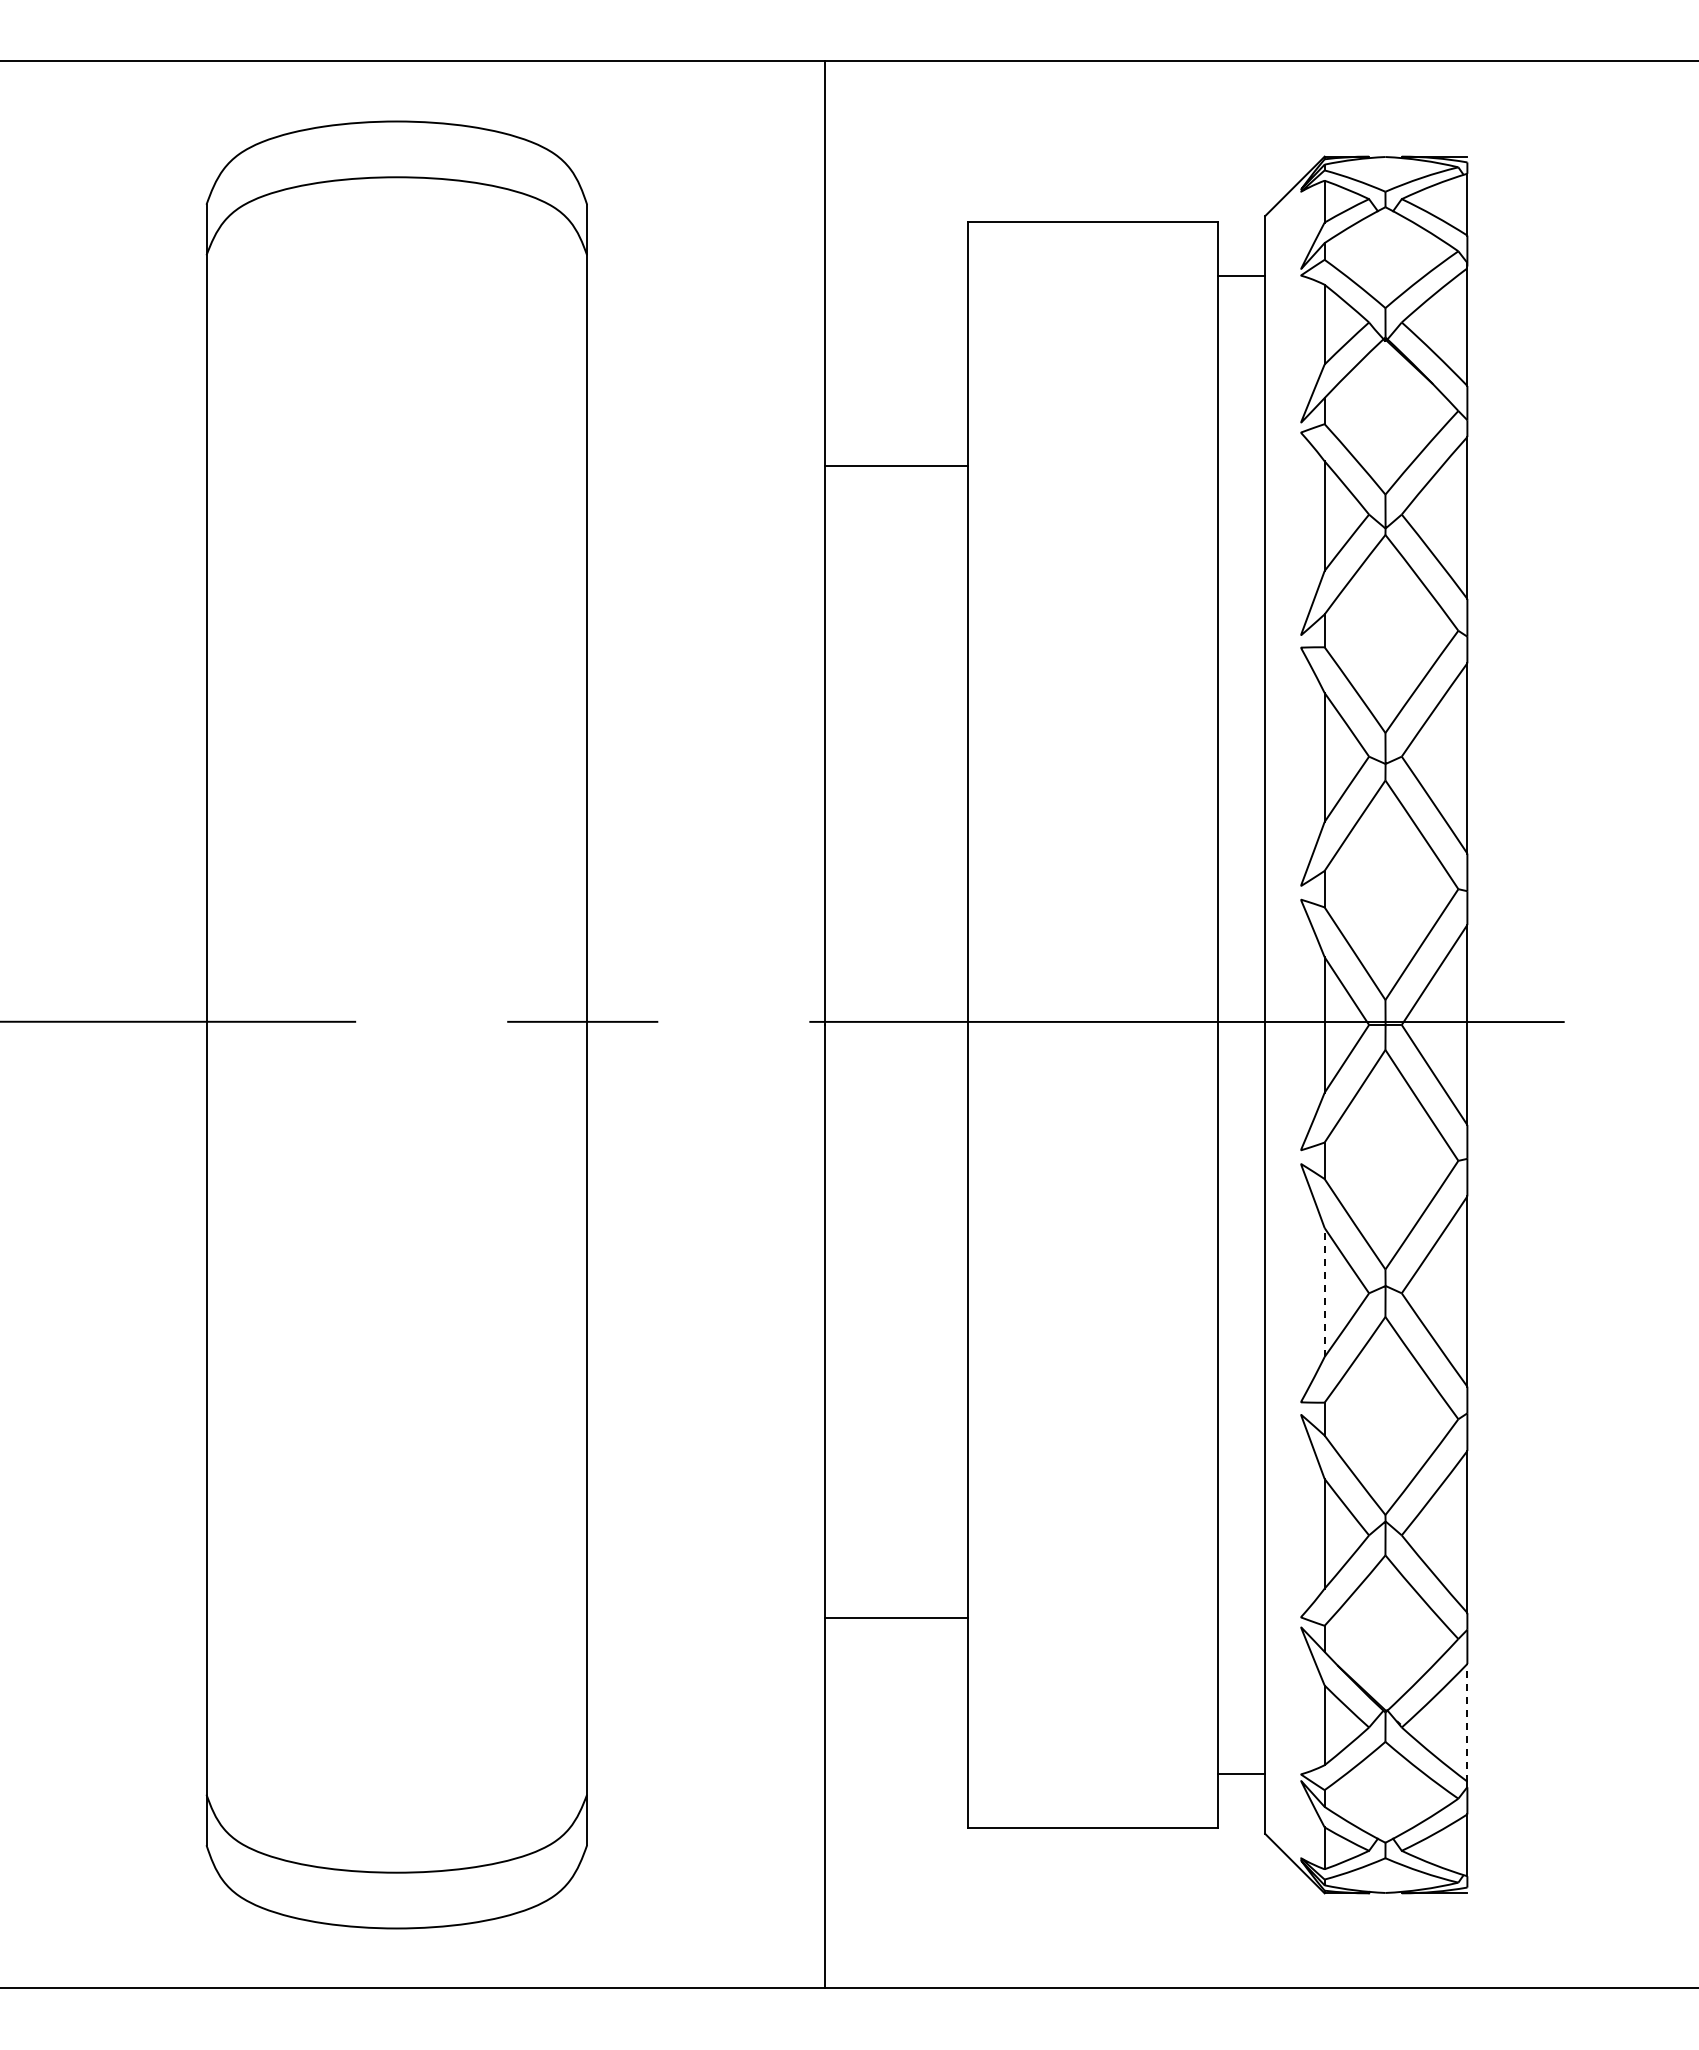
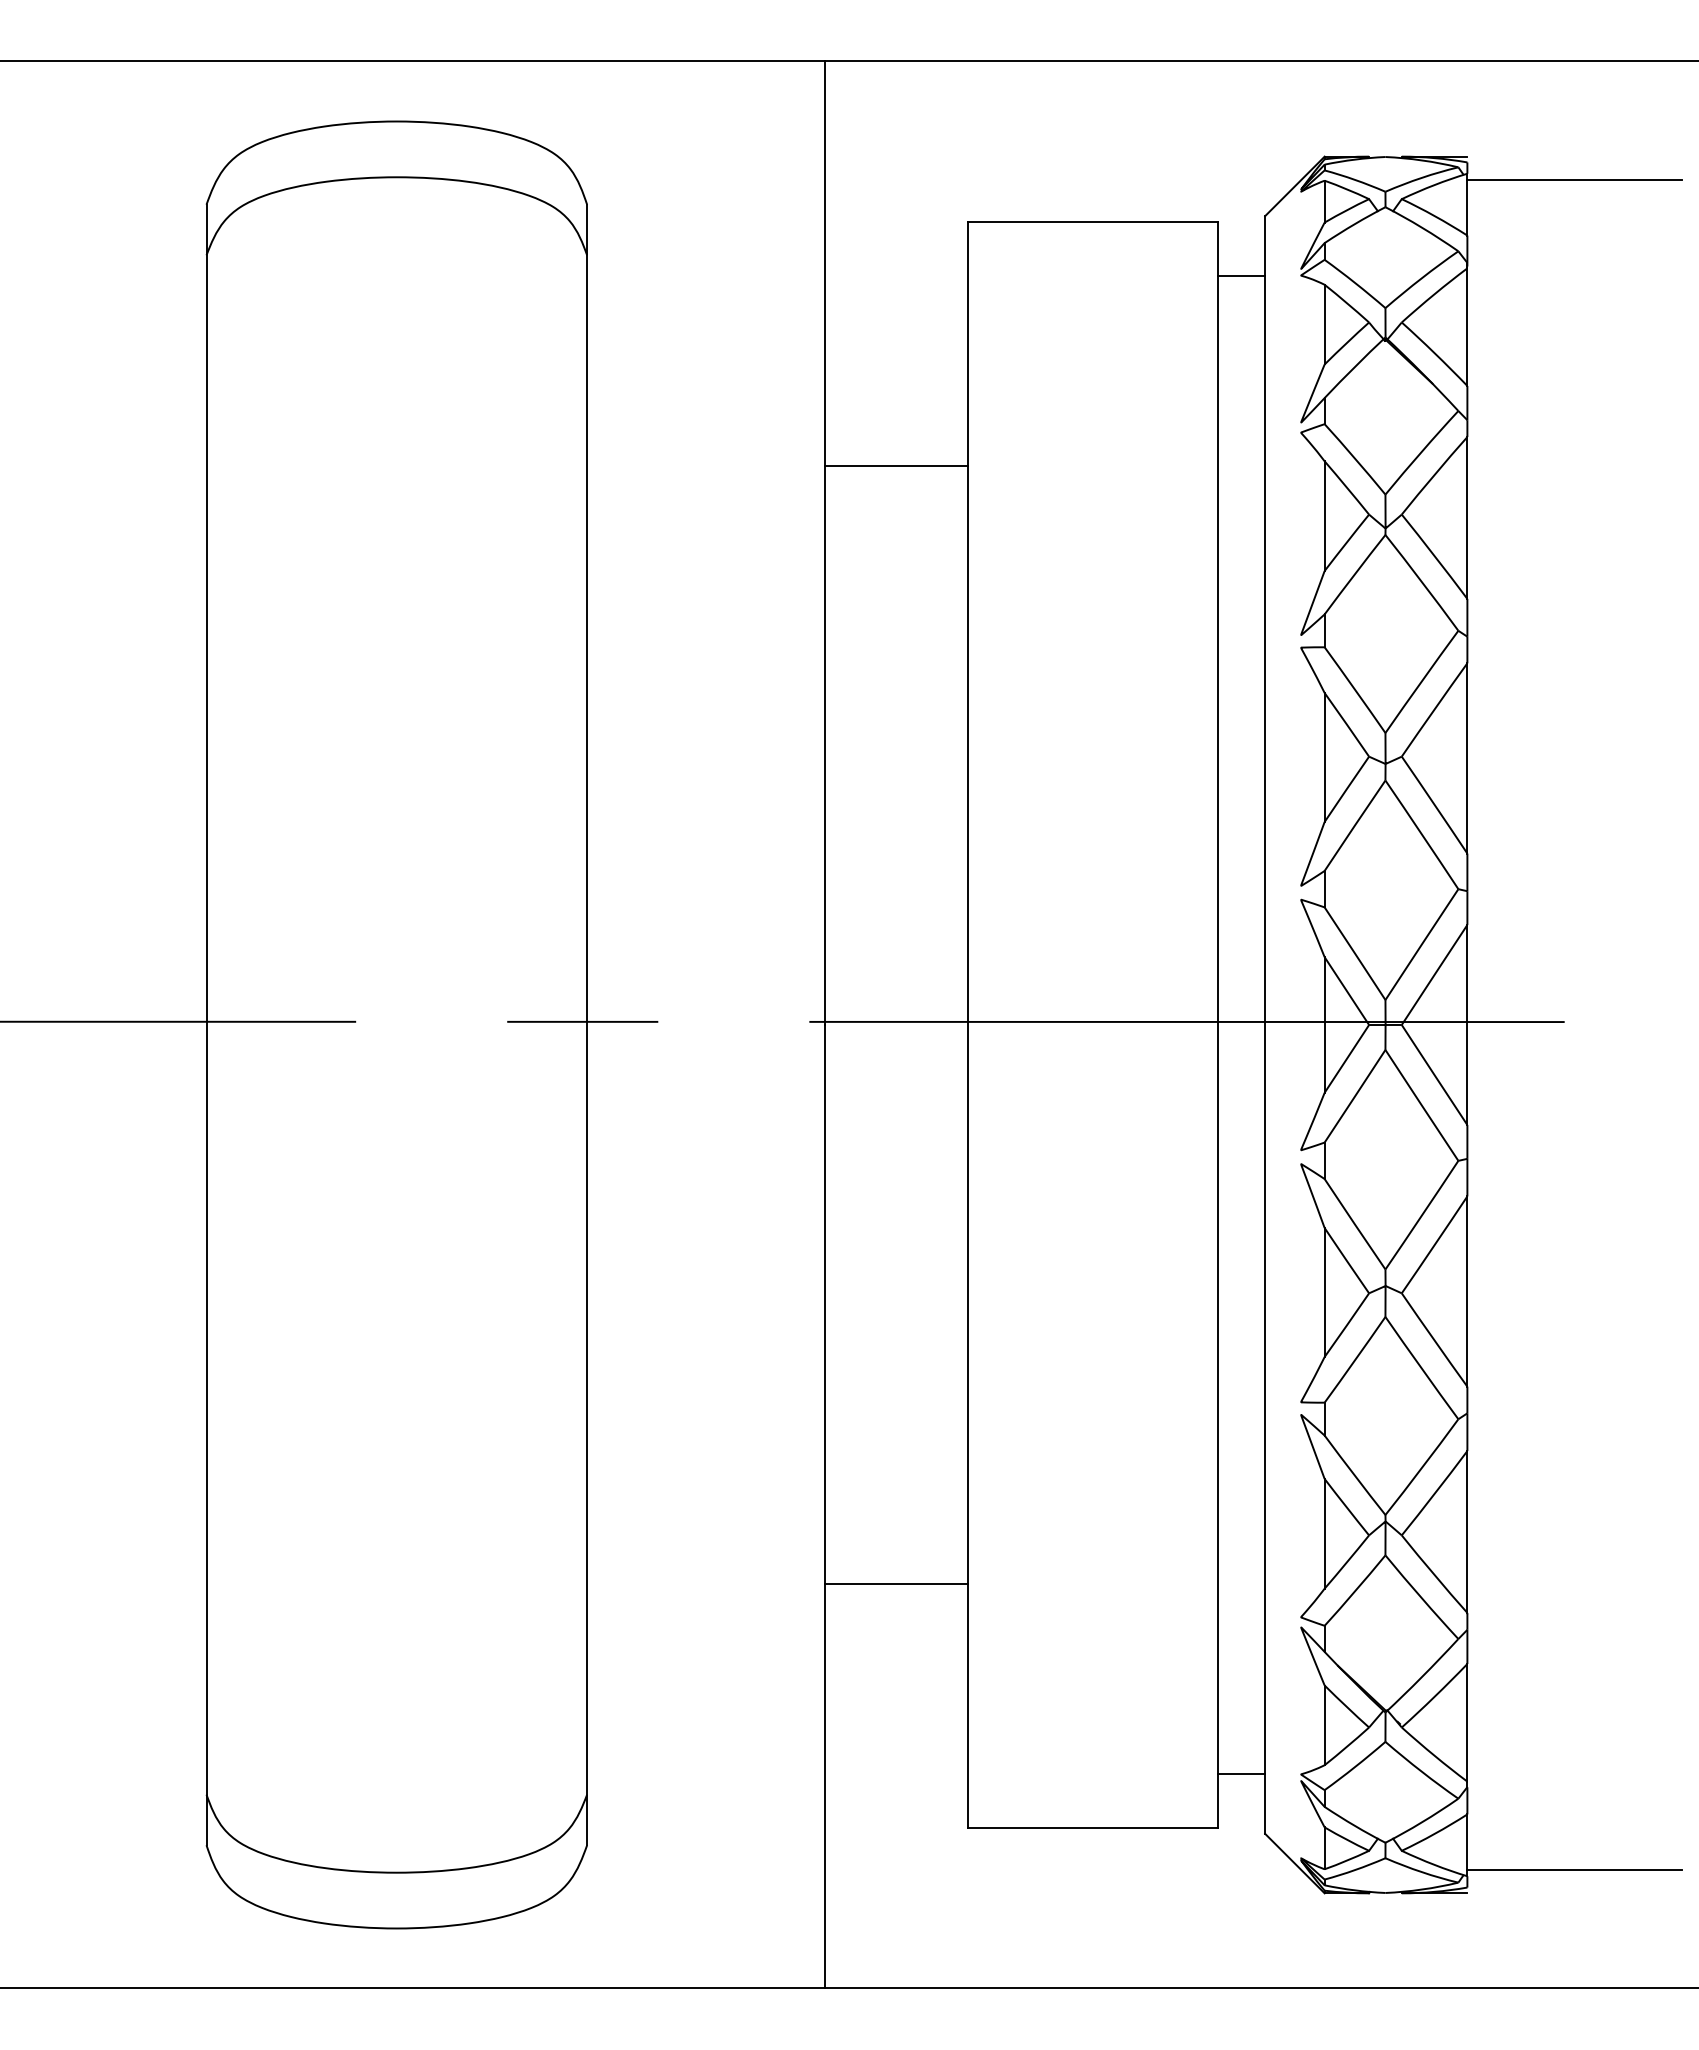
line at (1574, 180): none -> present
line at (1324, 1292): dashed -> solid
line at (896, 1618) position: (896, 1618) -> (896, 1584)
line at (1467, 1722): dashed -> solid
line at (1574, 1869): none -> present
